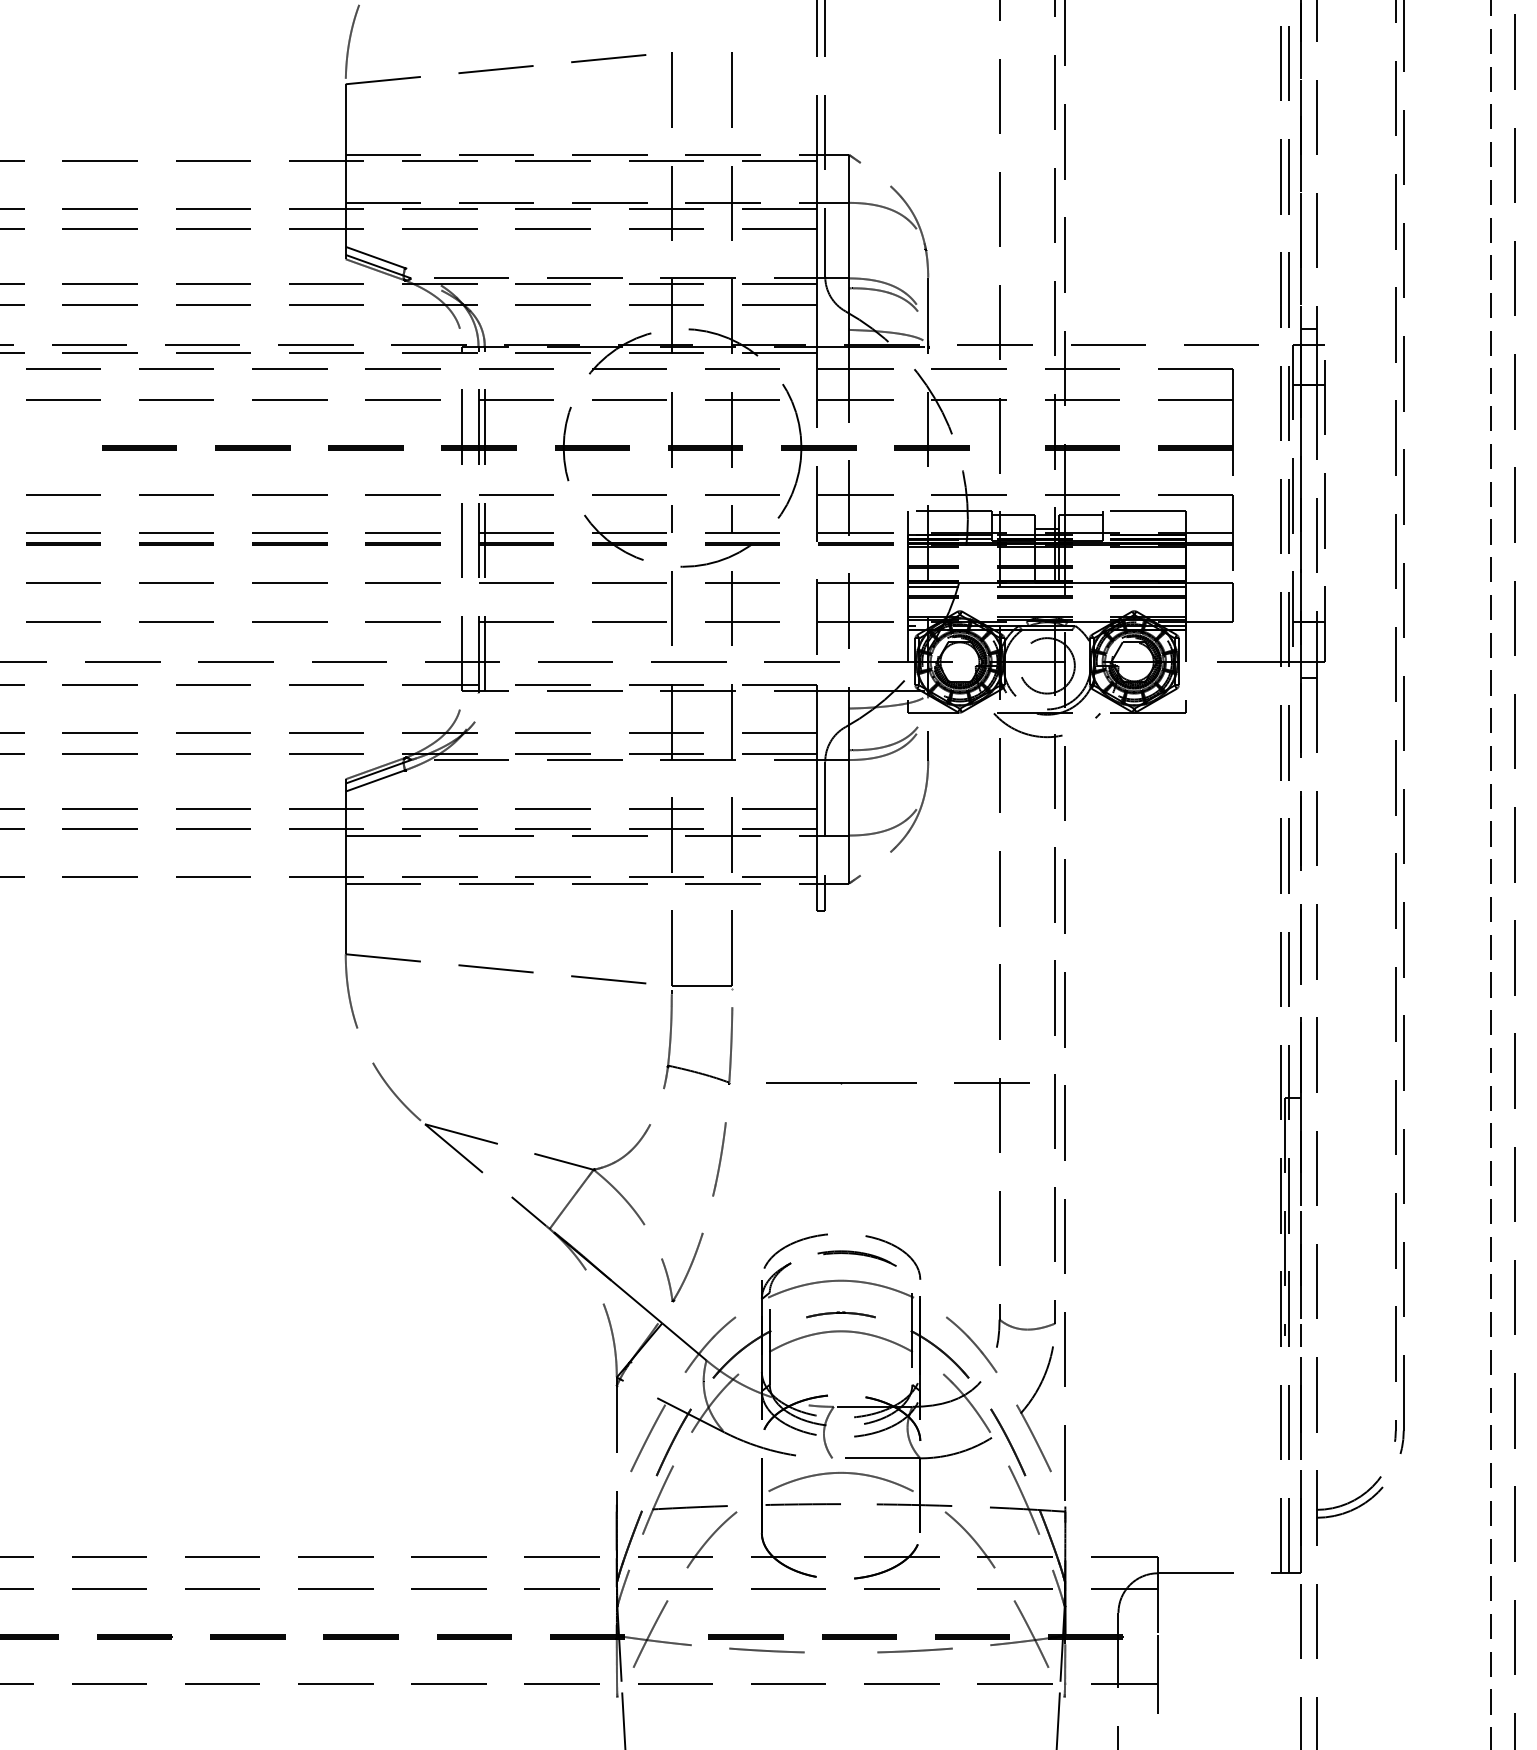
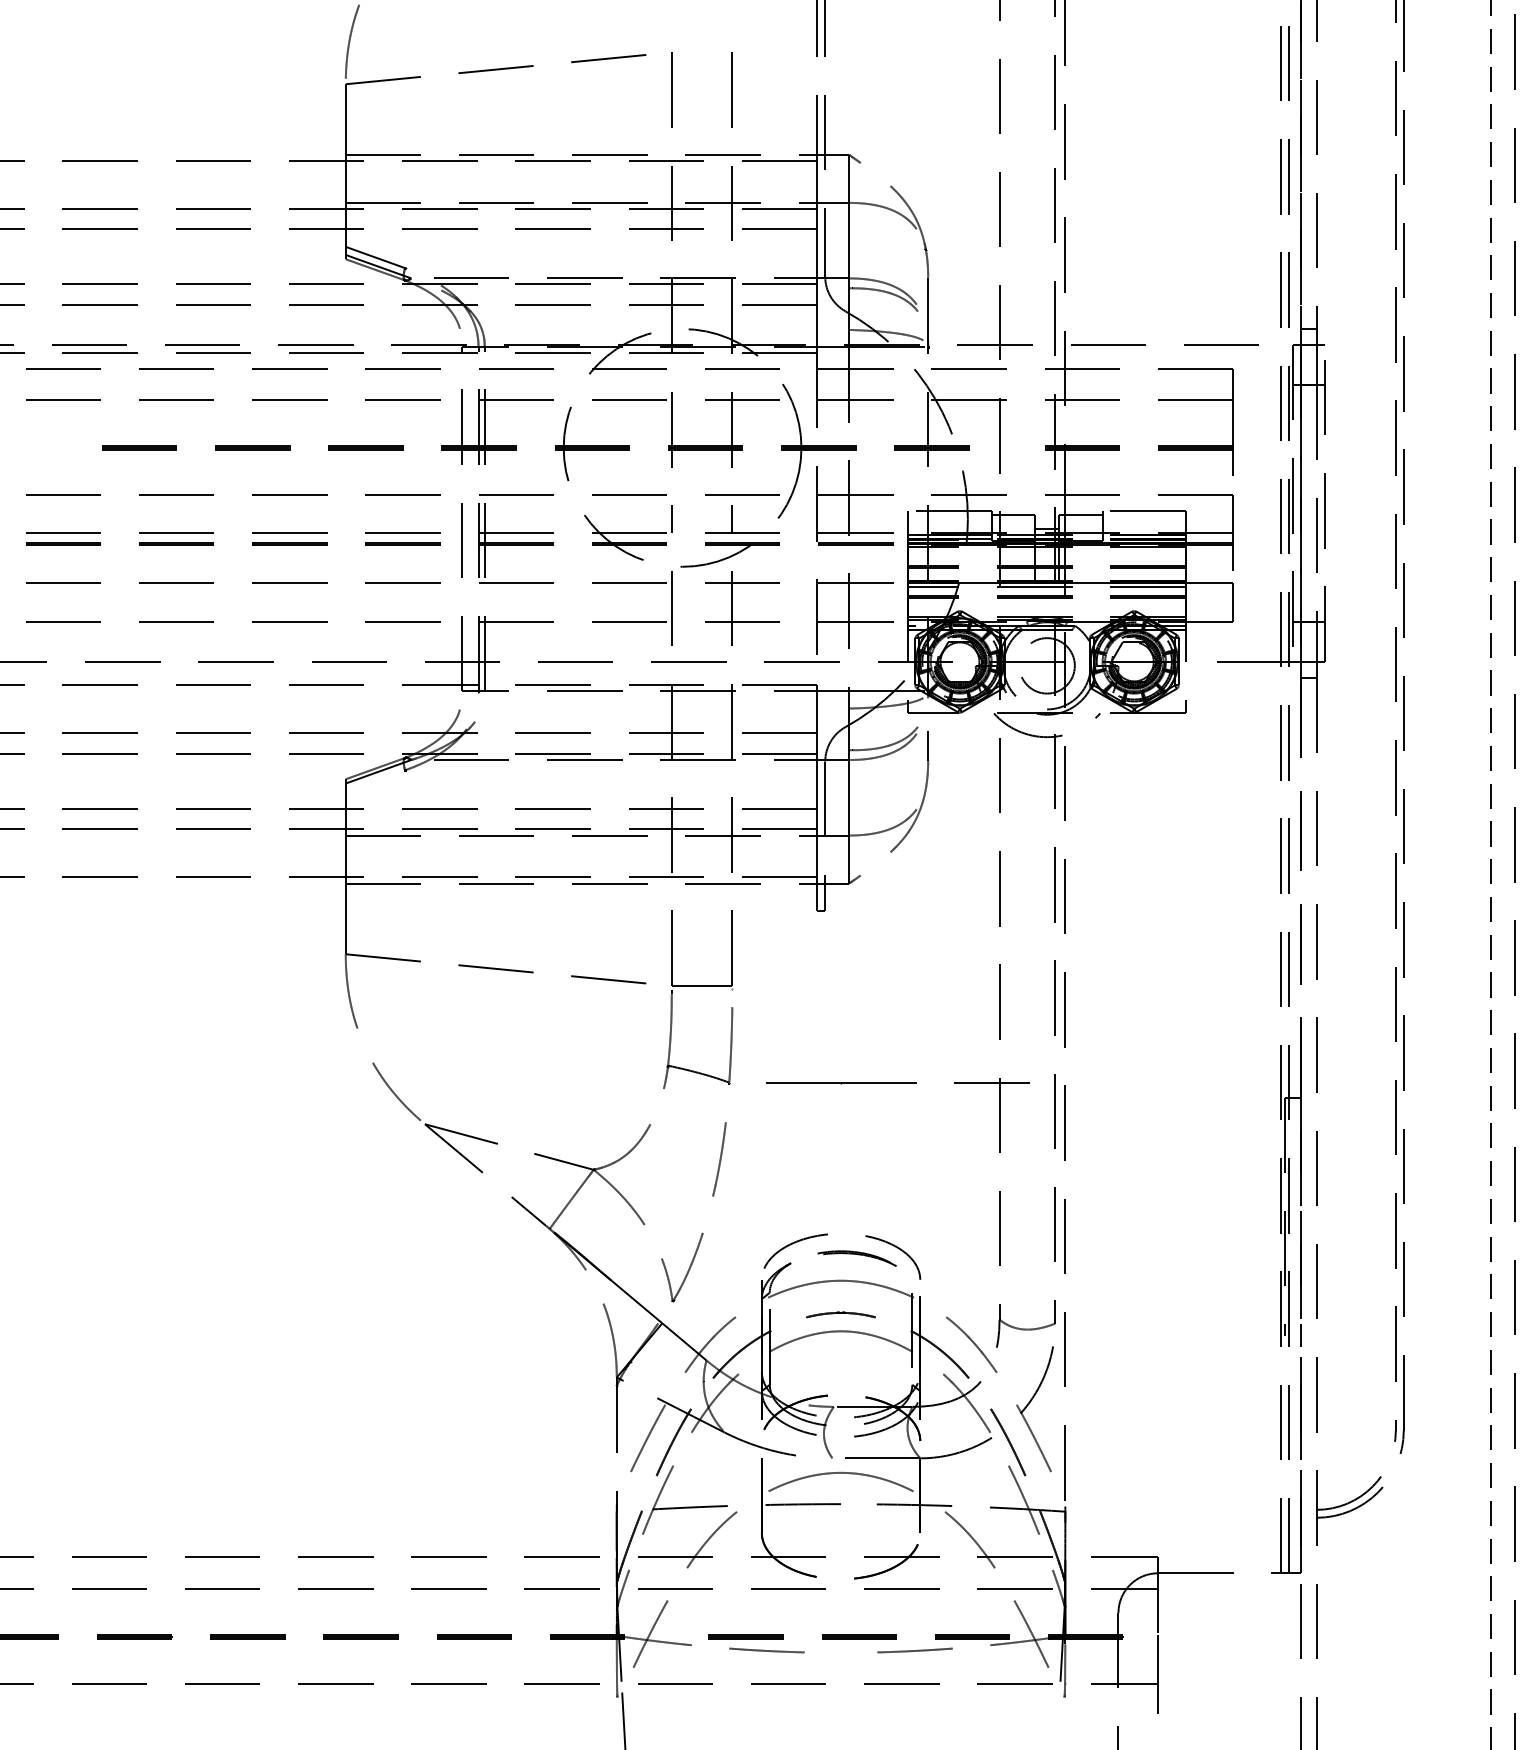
line at (375, 780): present -> none
line at (1057, 1719): present -> none
